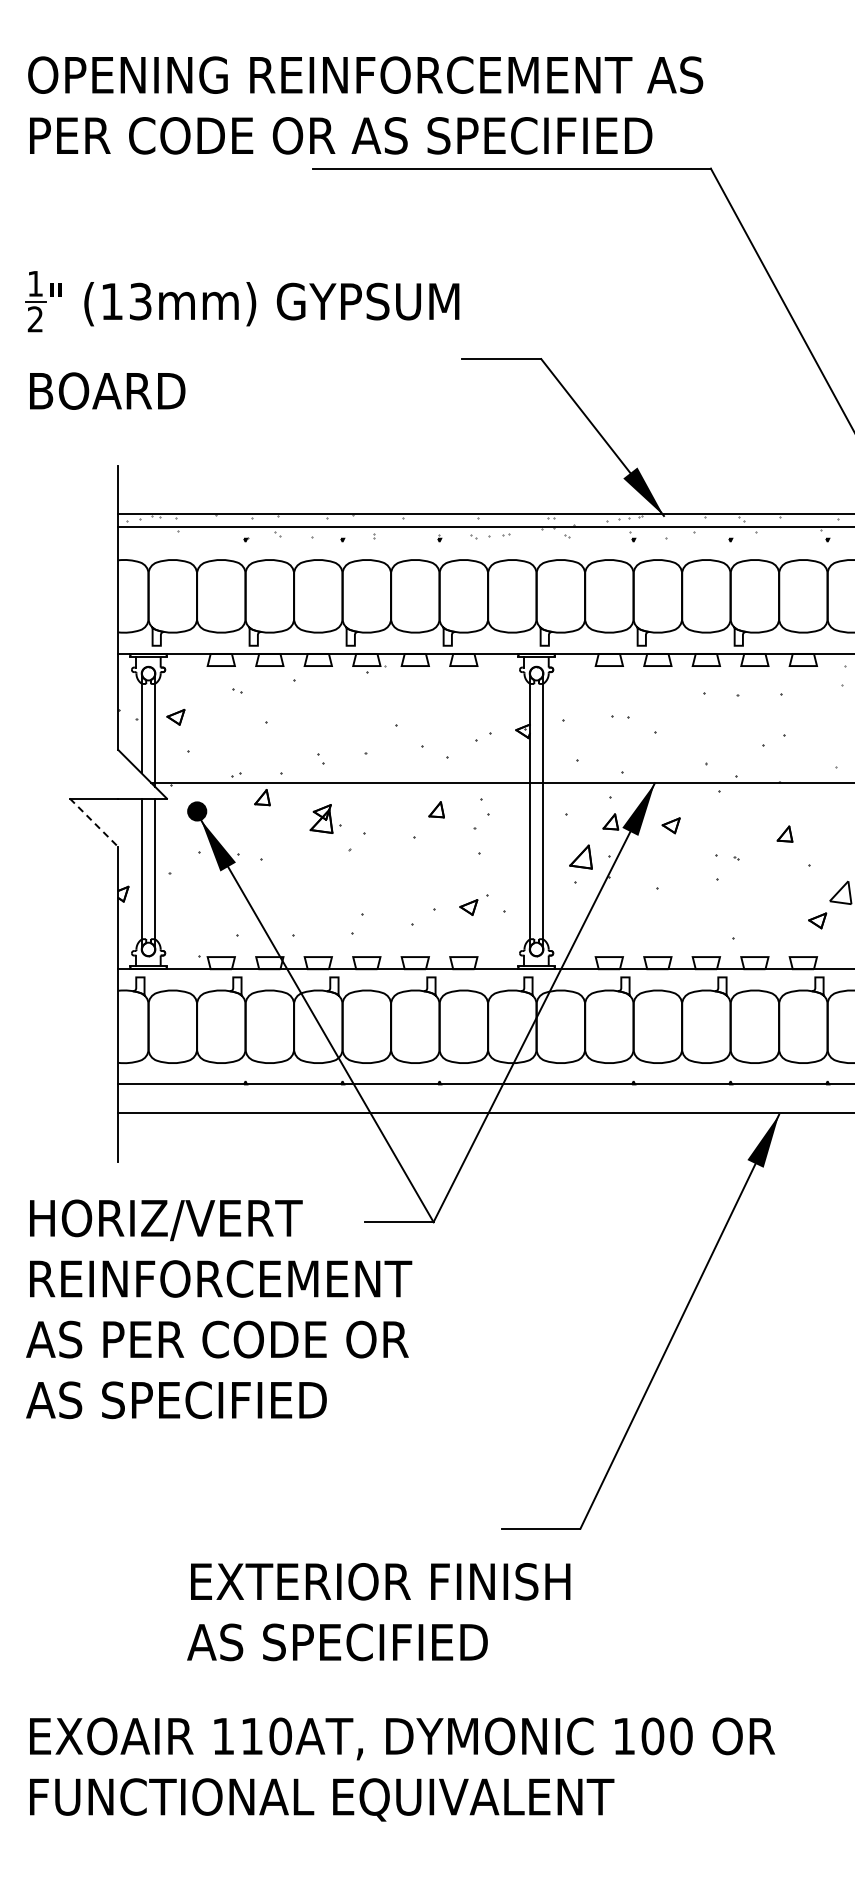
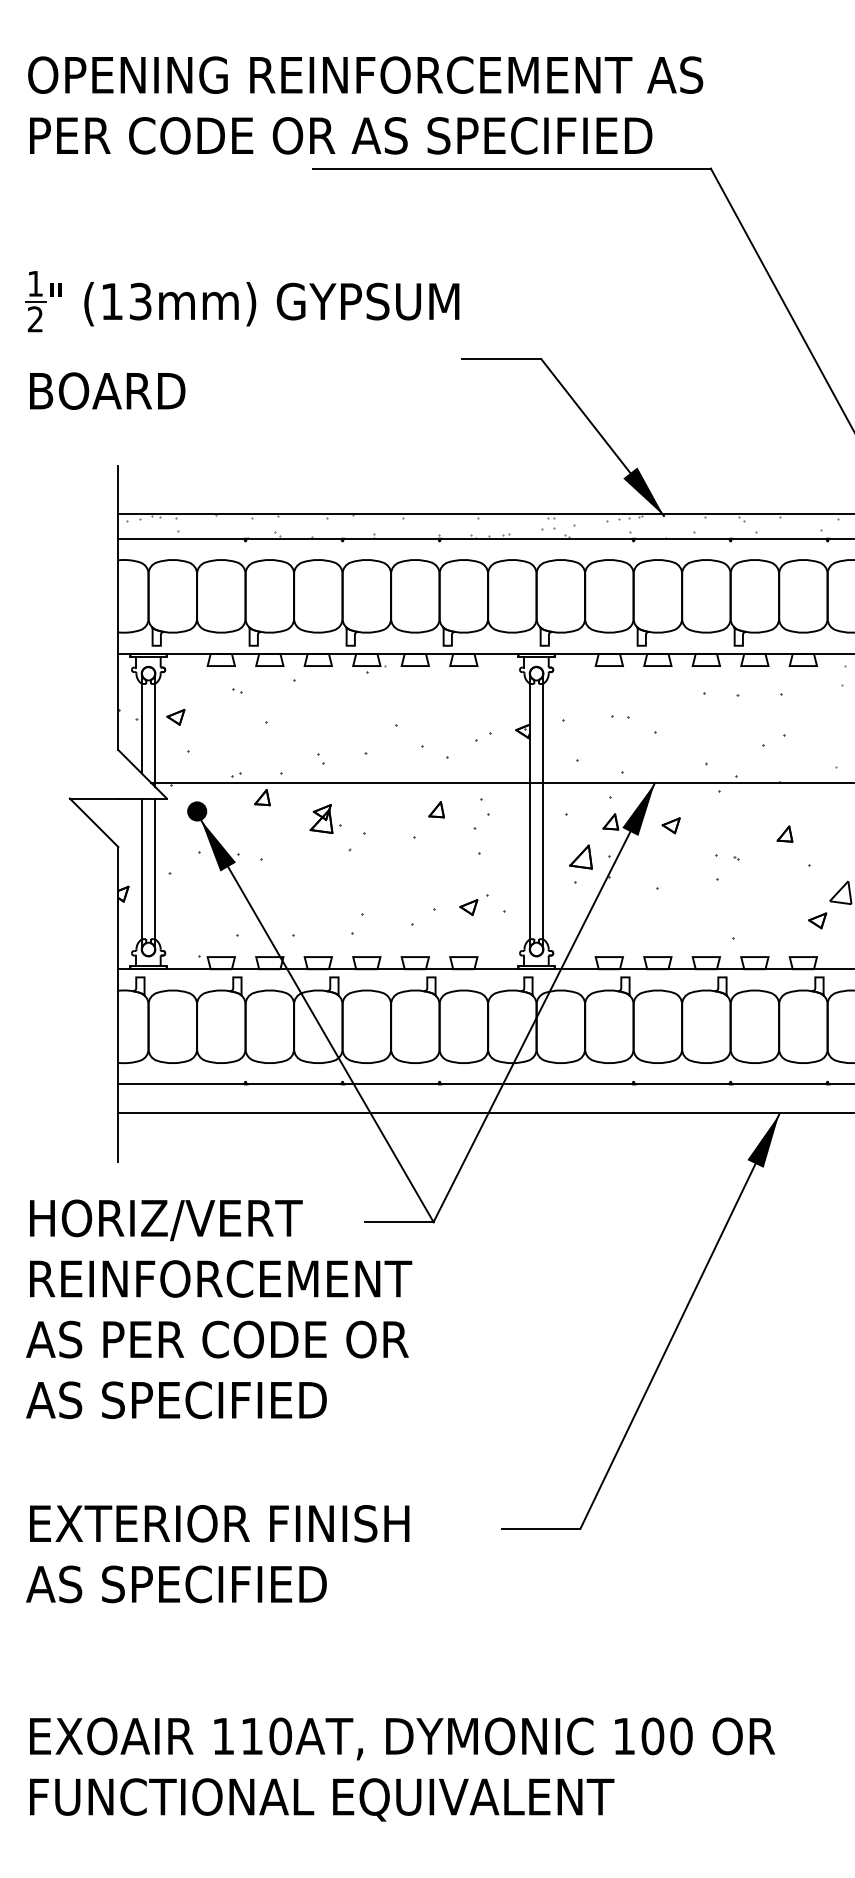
line at (484, 526) position: (484, 526) -> (484, 538)
line at (94, 823): dashed -> solid
text at (378, 1612) position: (378, 1612) -> (217, 1554)
